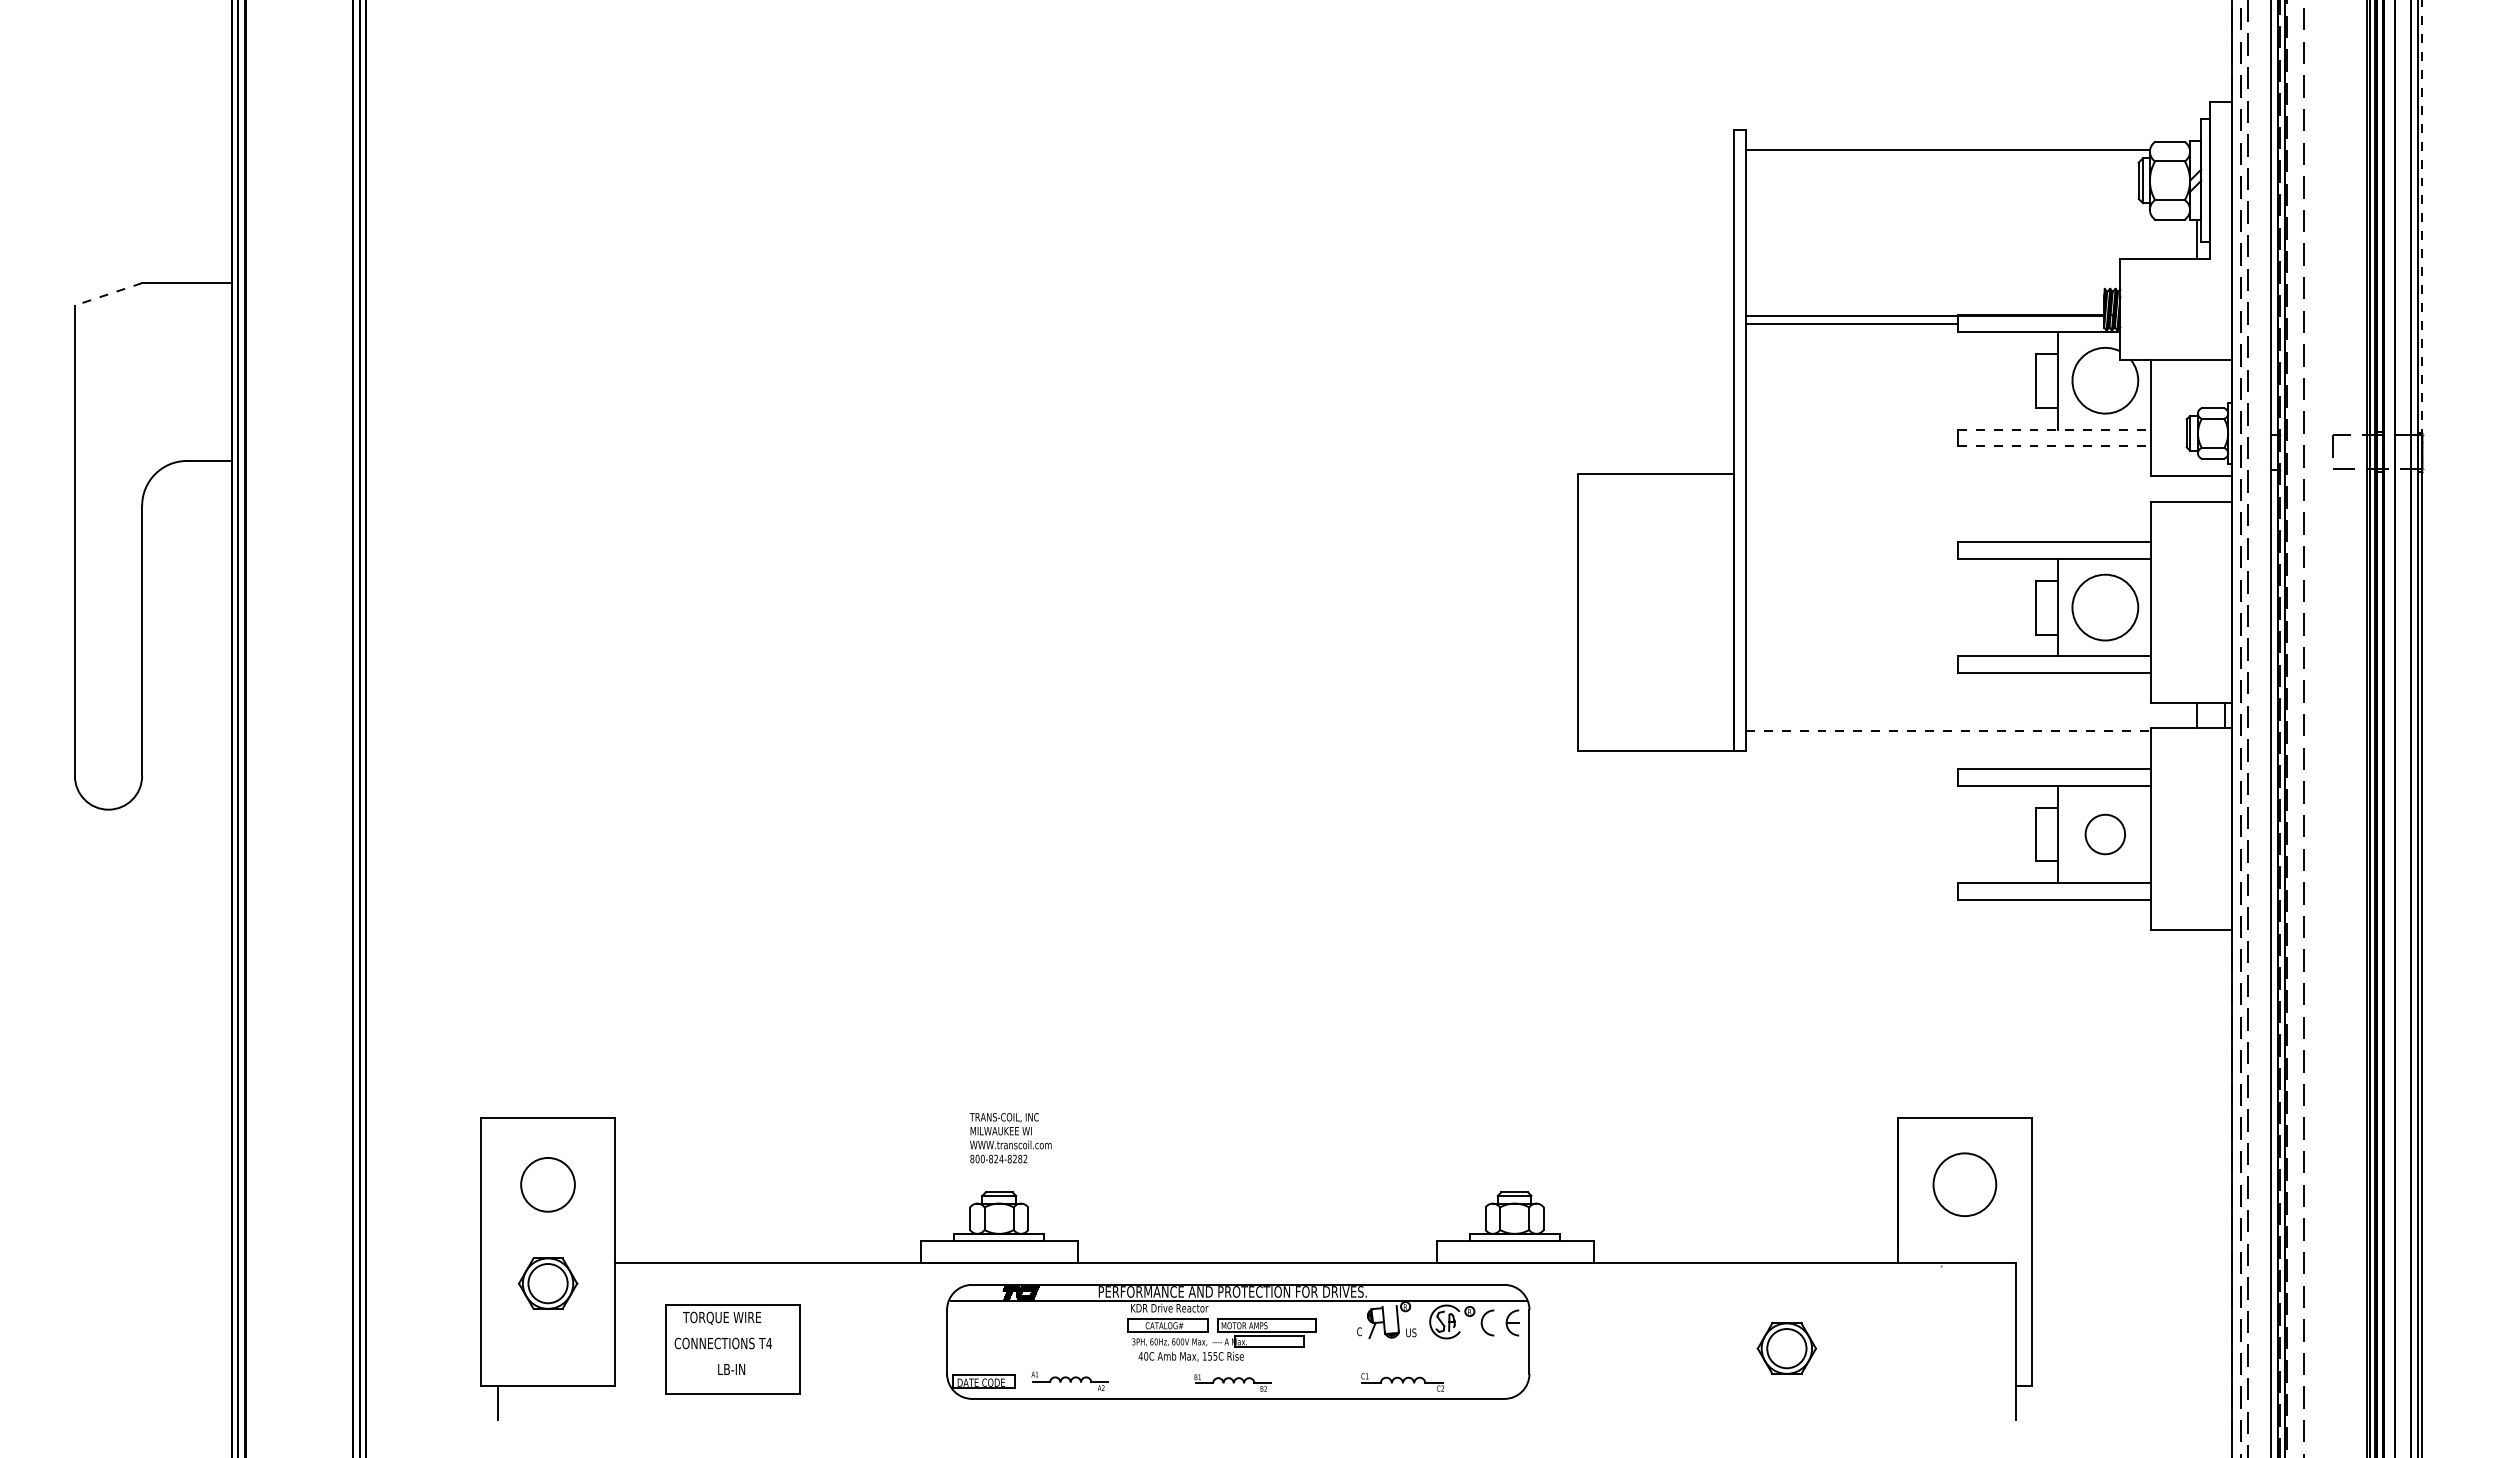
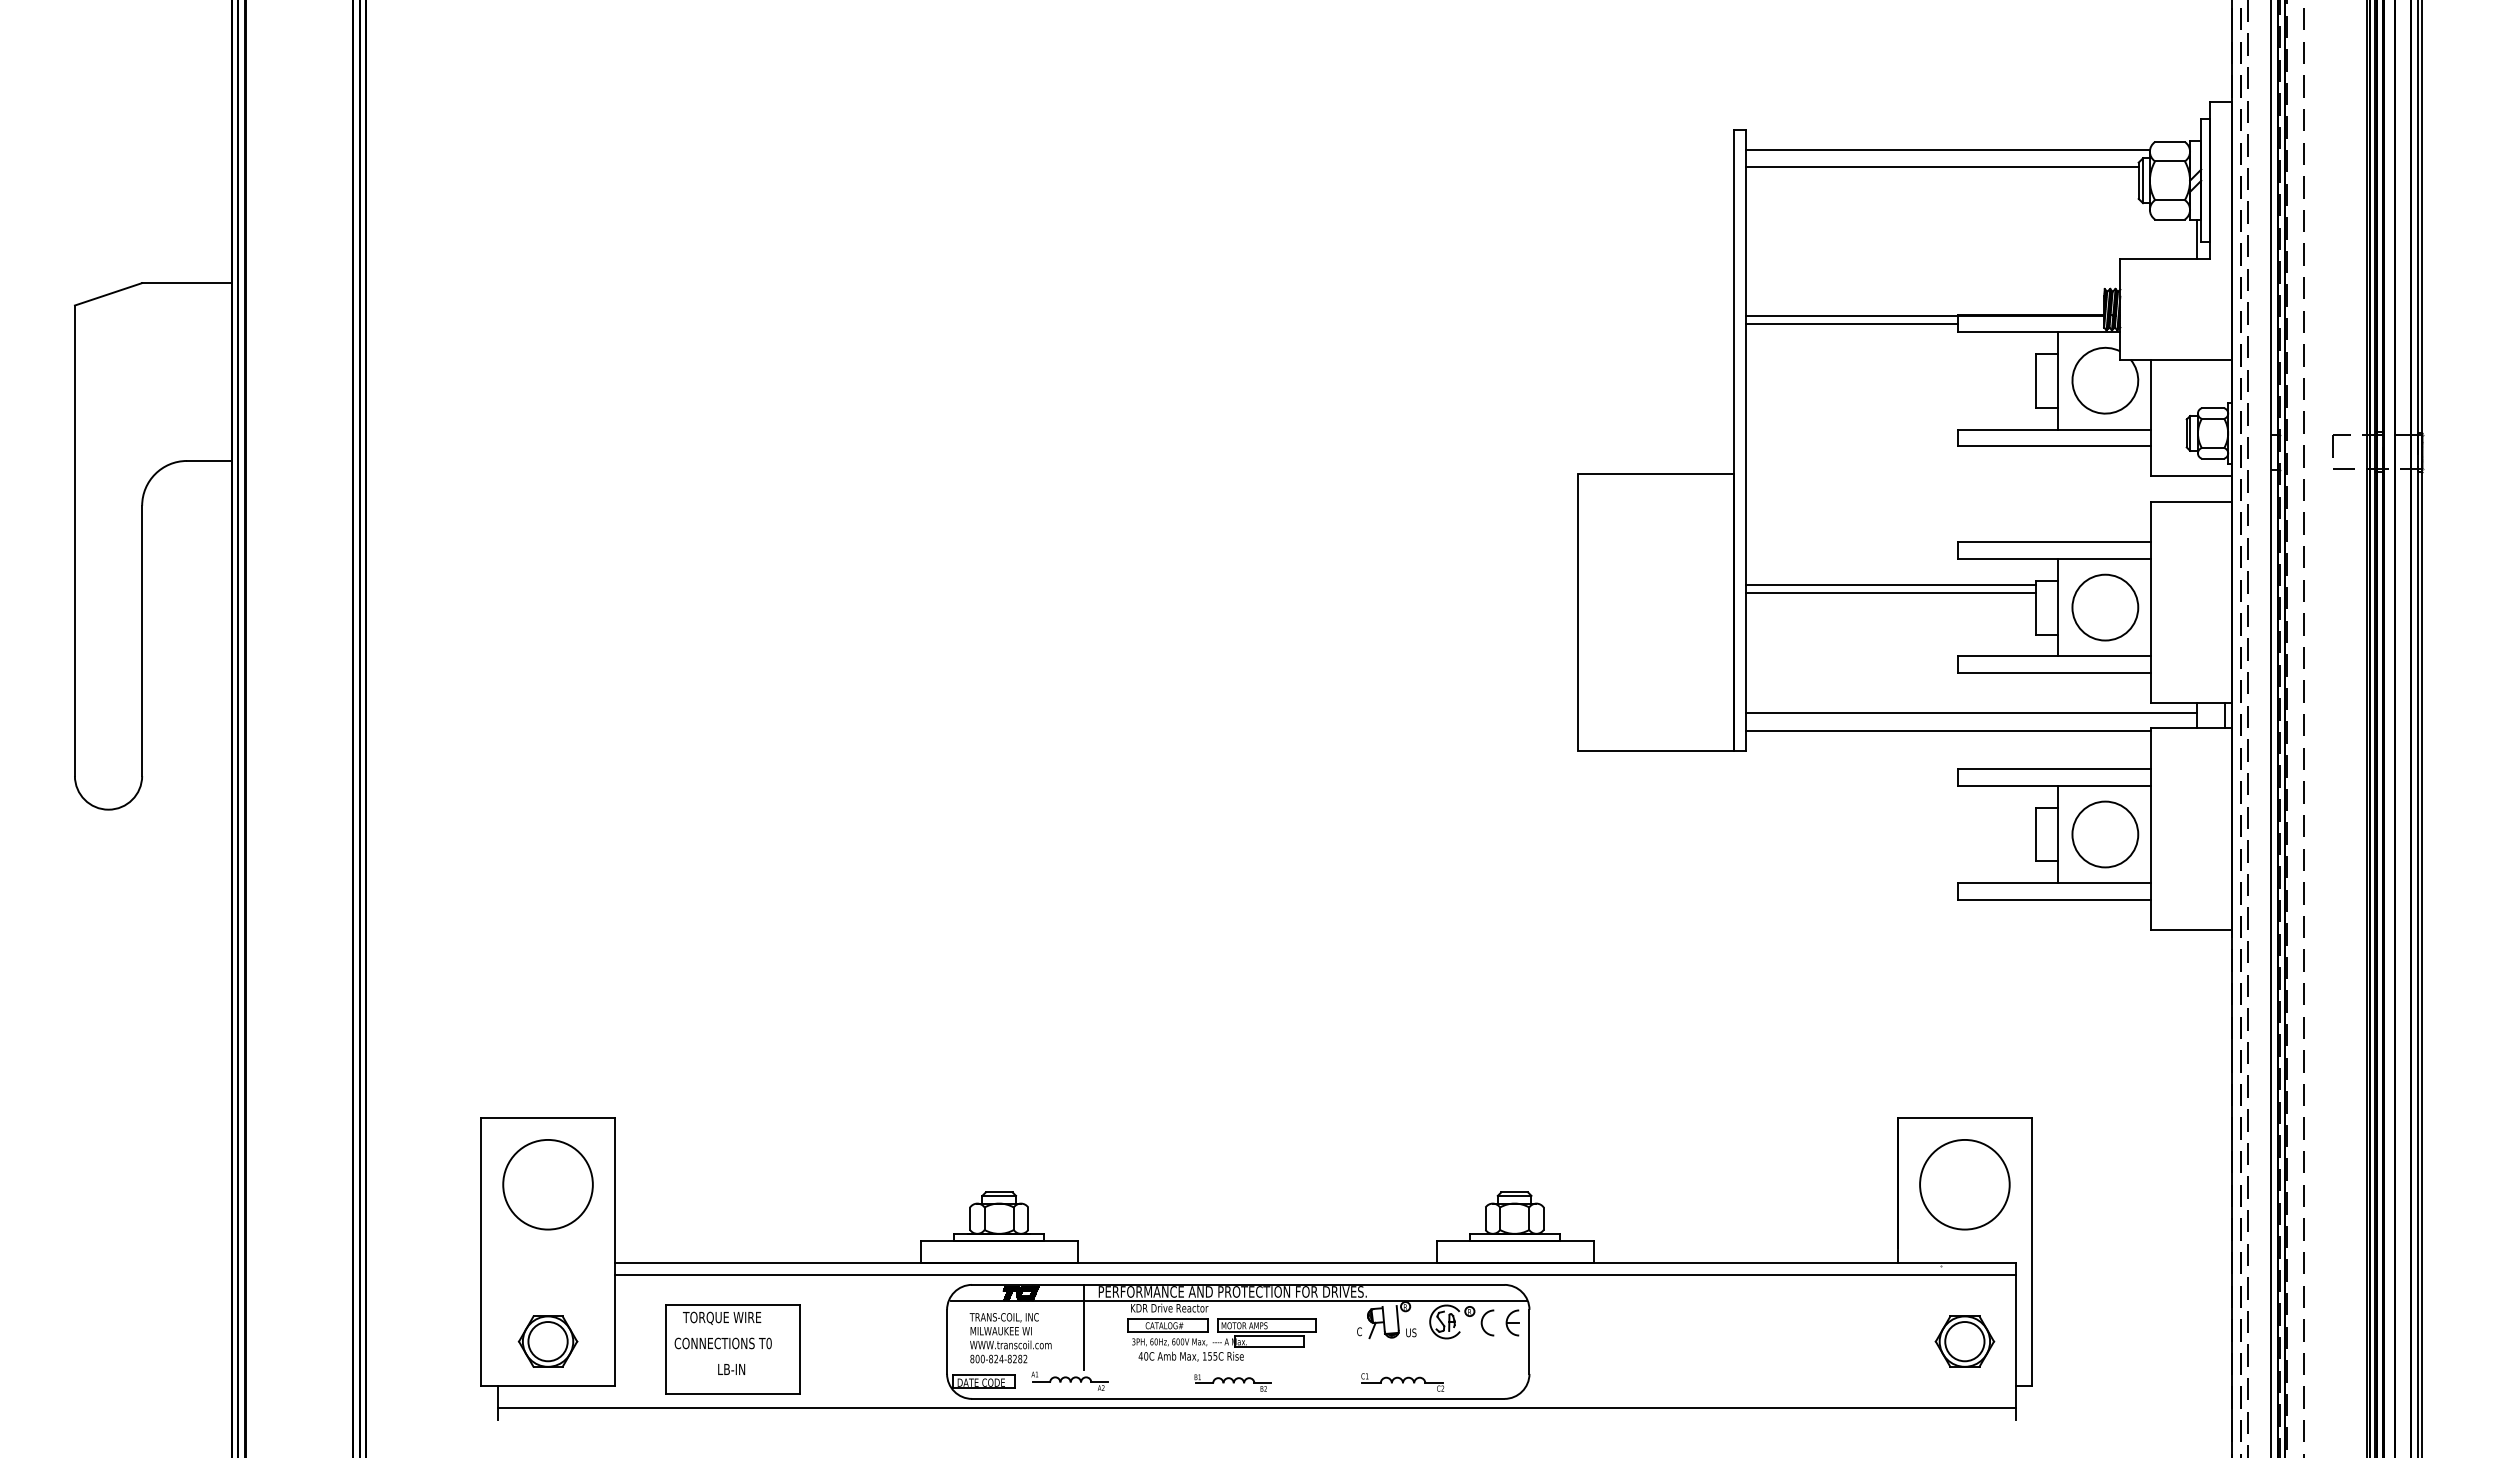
line at (1941, 167): none -> present
line at (2422, 218): dashed -> solid
line at (108, 294): dashed -> solid
line at (2054, 429): dashed -> solid
line at (2054, 446): dashed -> solid
line at (1890, 585): none -> present
line at (1890, 592): none -> present
line at (1970, 713): none -> present
line at (1948, 730): dashed -> solid
circle at (2105, 834) diameter: 39 px -> 66 px
text at (1010, 1138) position: (1010, 1138) -> (1010, 1338)
circle at (547, 1184) size: 56x56 px -> 92x92 px
circle at (1964, 1184) diameter: 63 px -> 90 px
line at (1315, 1275): none -> present
part at (547, 1283) position: (547, 1283) -> (547, 1341)
line at (1084, 1327): none -> present
text at (768, 1343): T4 -> T0
part at (1786, 1348) position: (1786, 1348) -> (1964, 1341)
line at (1256, 1408): none -> present
